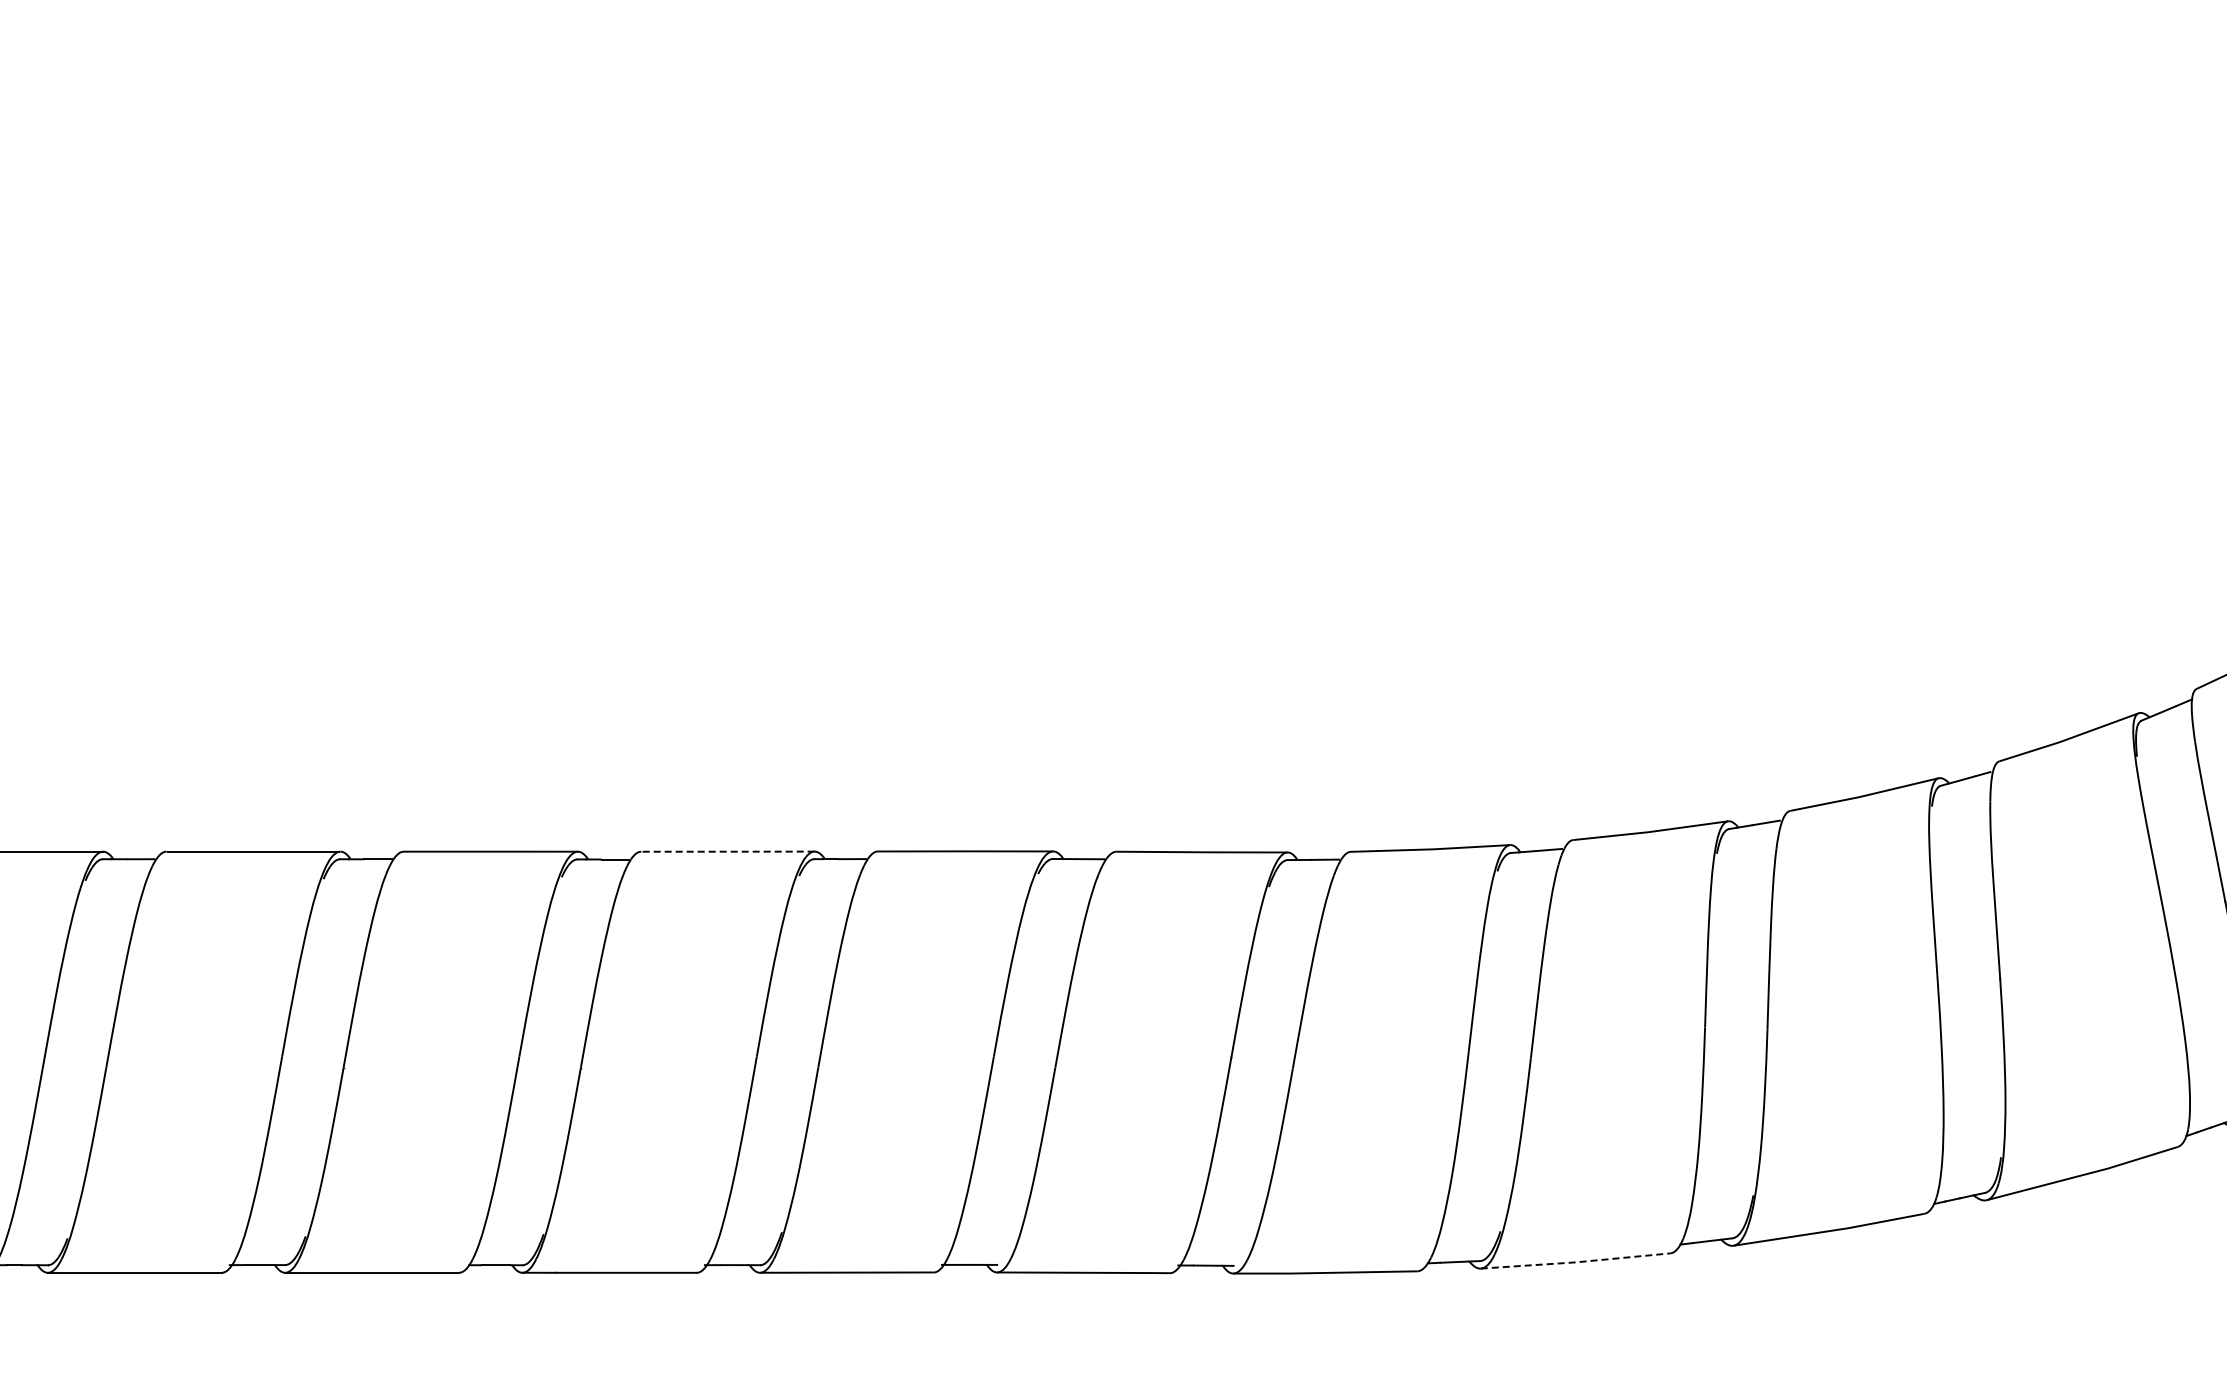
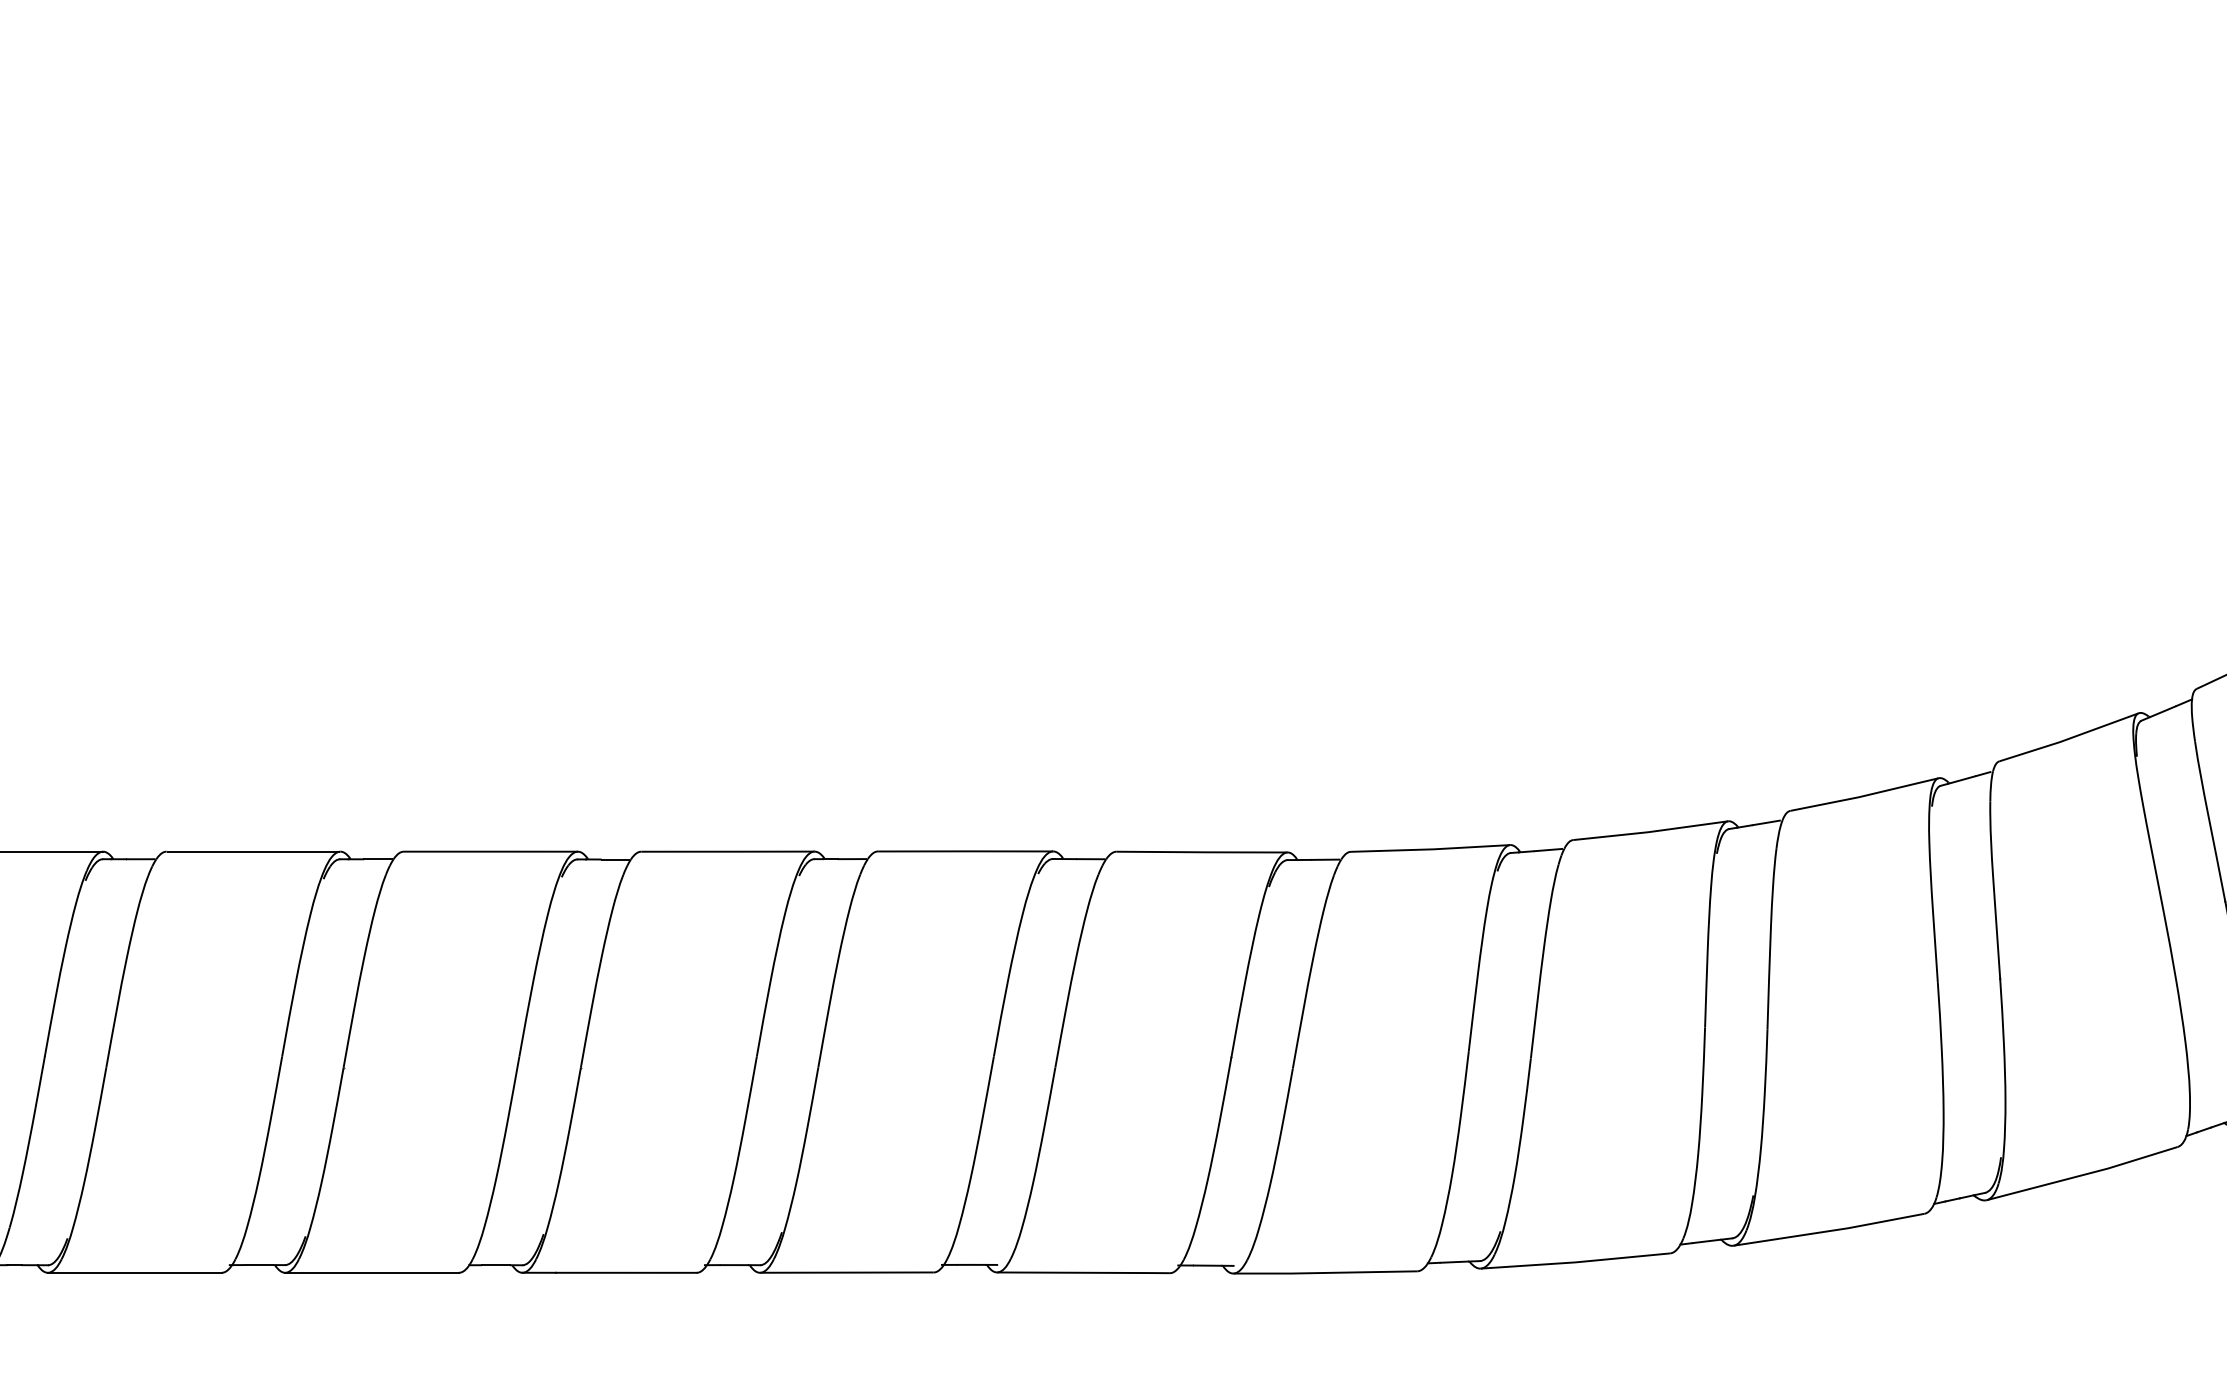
line at (727, 851): dashed -> solid
line at (1575, 1262): dashed -> solid
